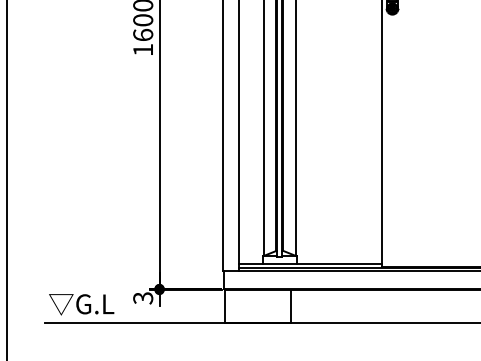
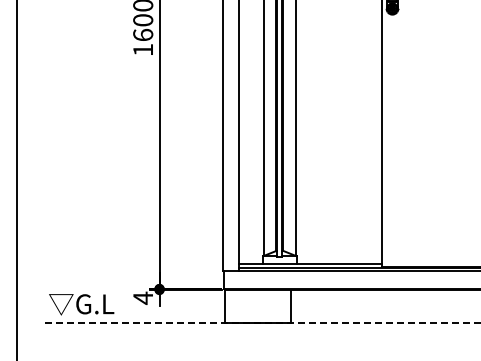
line at (6, 179) position: (6, 179) -> (16, 179)
text at (143, 297): 3 -> 4
line at (262, 322): solid -> dashed
